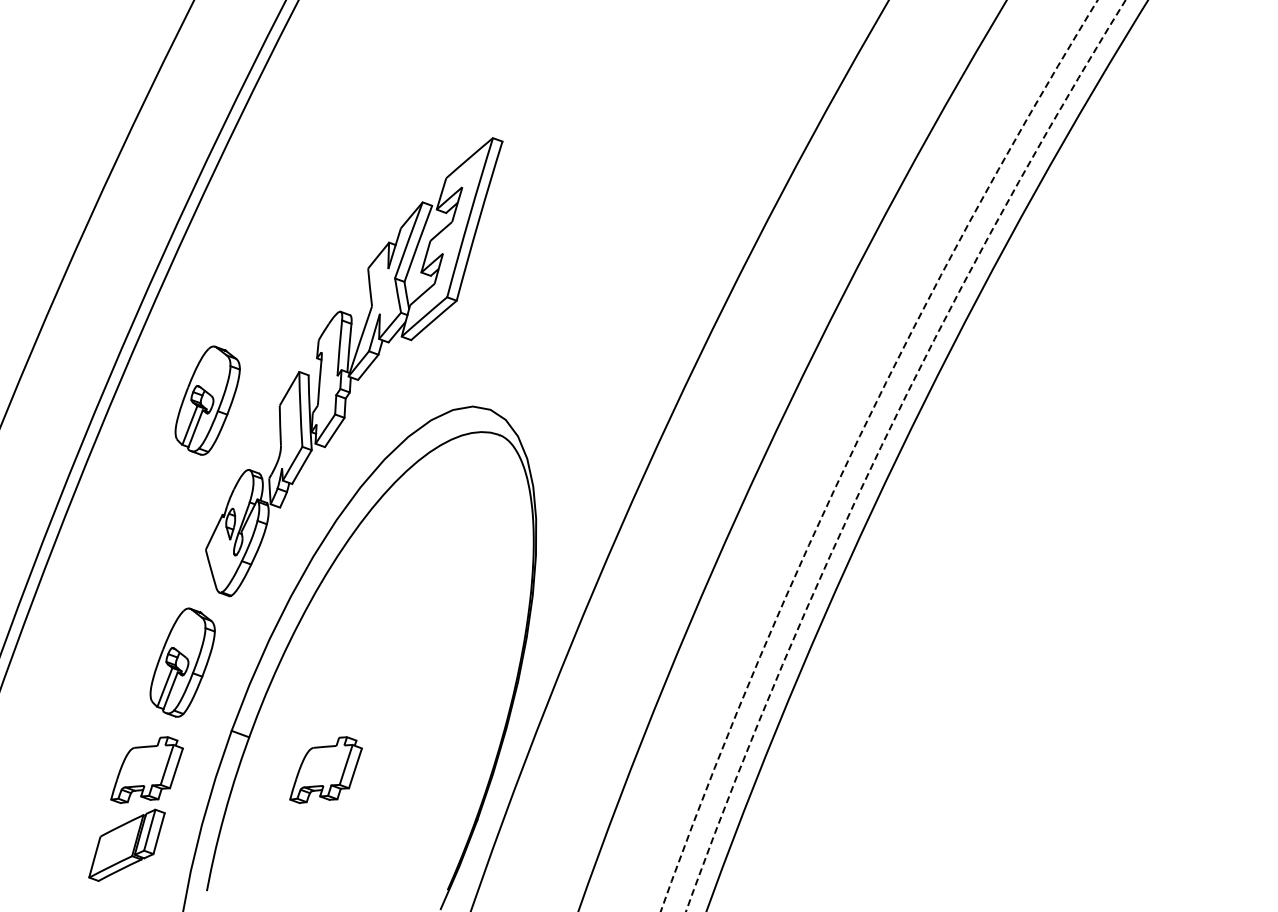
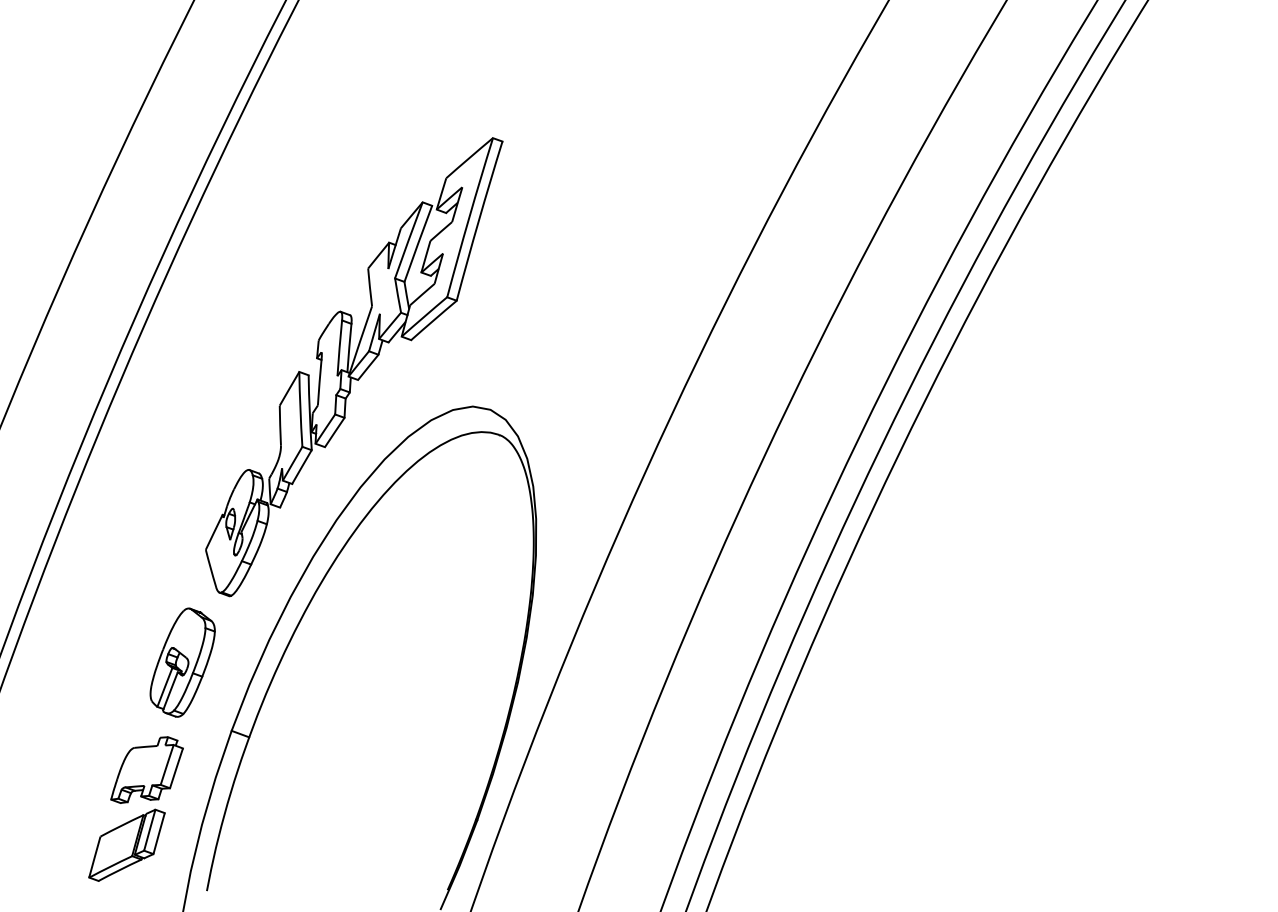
part at (207, 400): present -> none
circle at (878, 455): dashed -> solid
circle at (905, 455): dashed -> solid
part at (325, 769): present -> none
